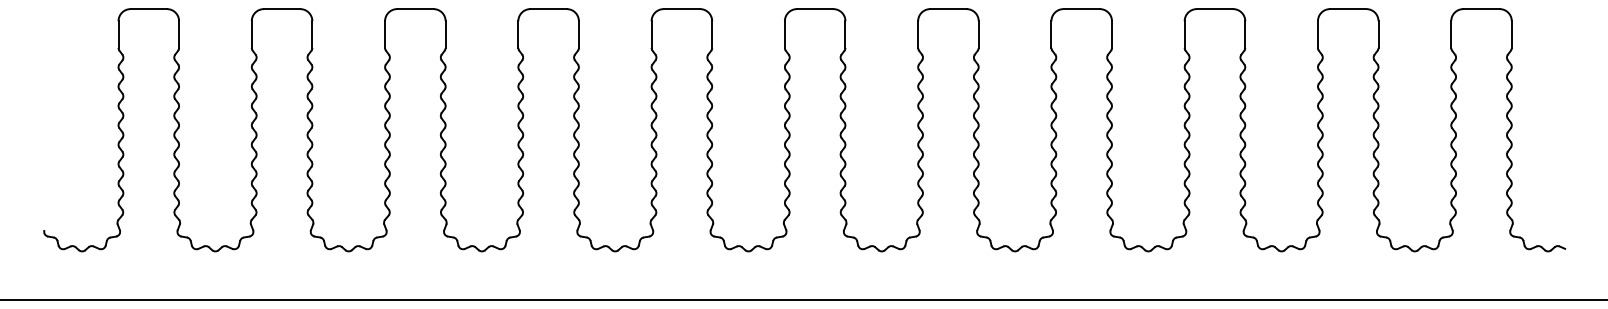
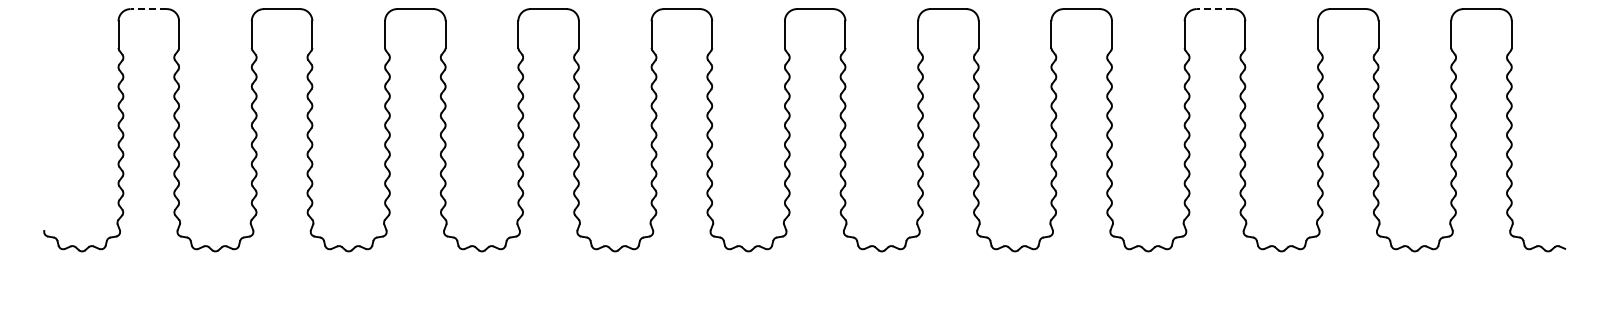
line at (148, 9): solid -> dashed
line at (1214, 9): solid -> dashed
line at (803, 299): present -> none
